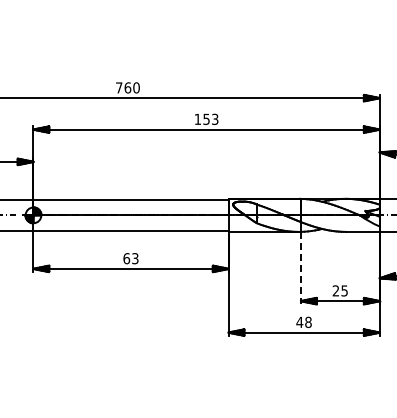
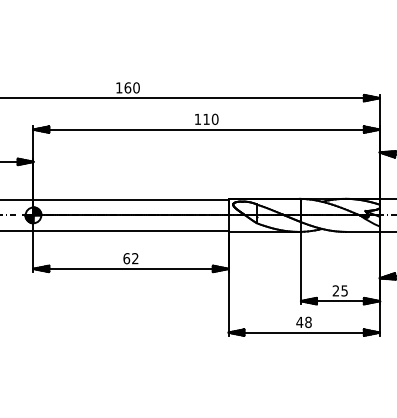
text at (119, 87): 760 -> 160
text at (210, 118): 153 -> 110
text at (135, 258): 63 -> 62
line at (301, 268): dashed -> solid
